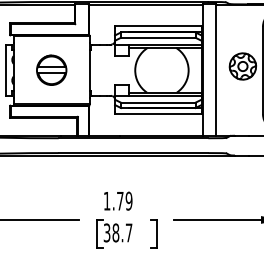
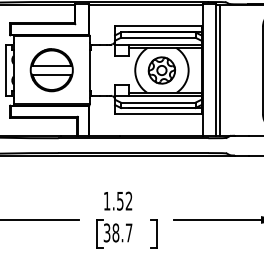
part at (242, 66) position: (242, 66) -> (161, 70)
part at (51, 69) size: 32x32 px -> 45x45 px
line at (219, 69): none -> present
text at (124, 200): 1.79 -> 1.52
